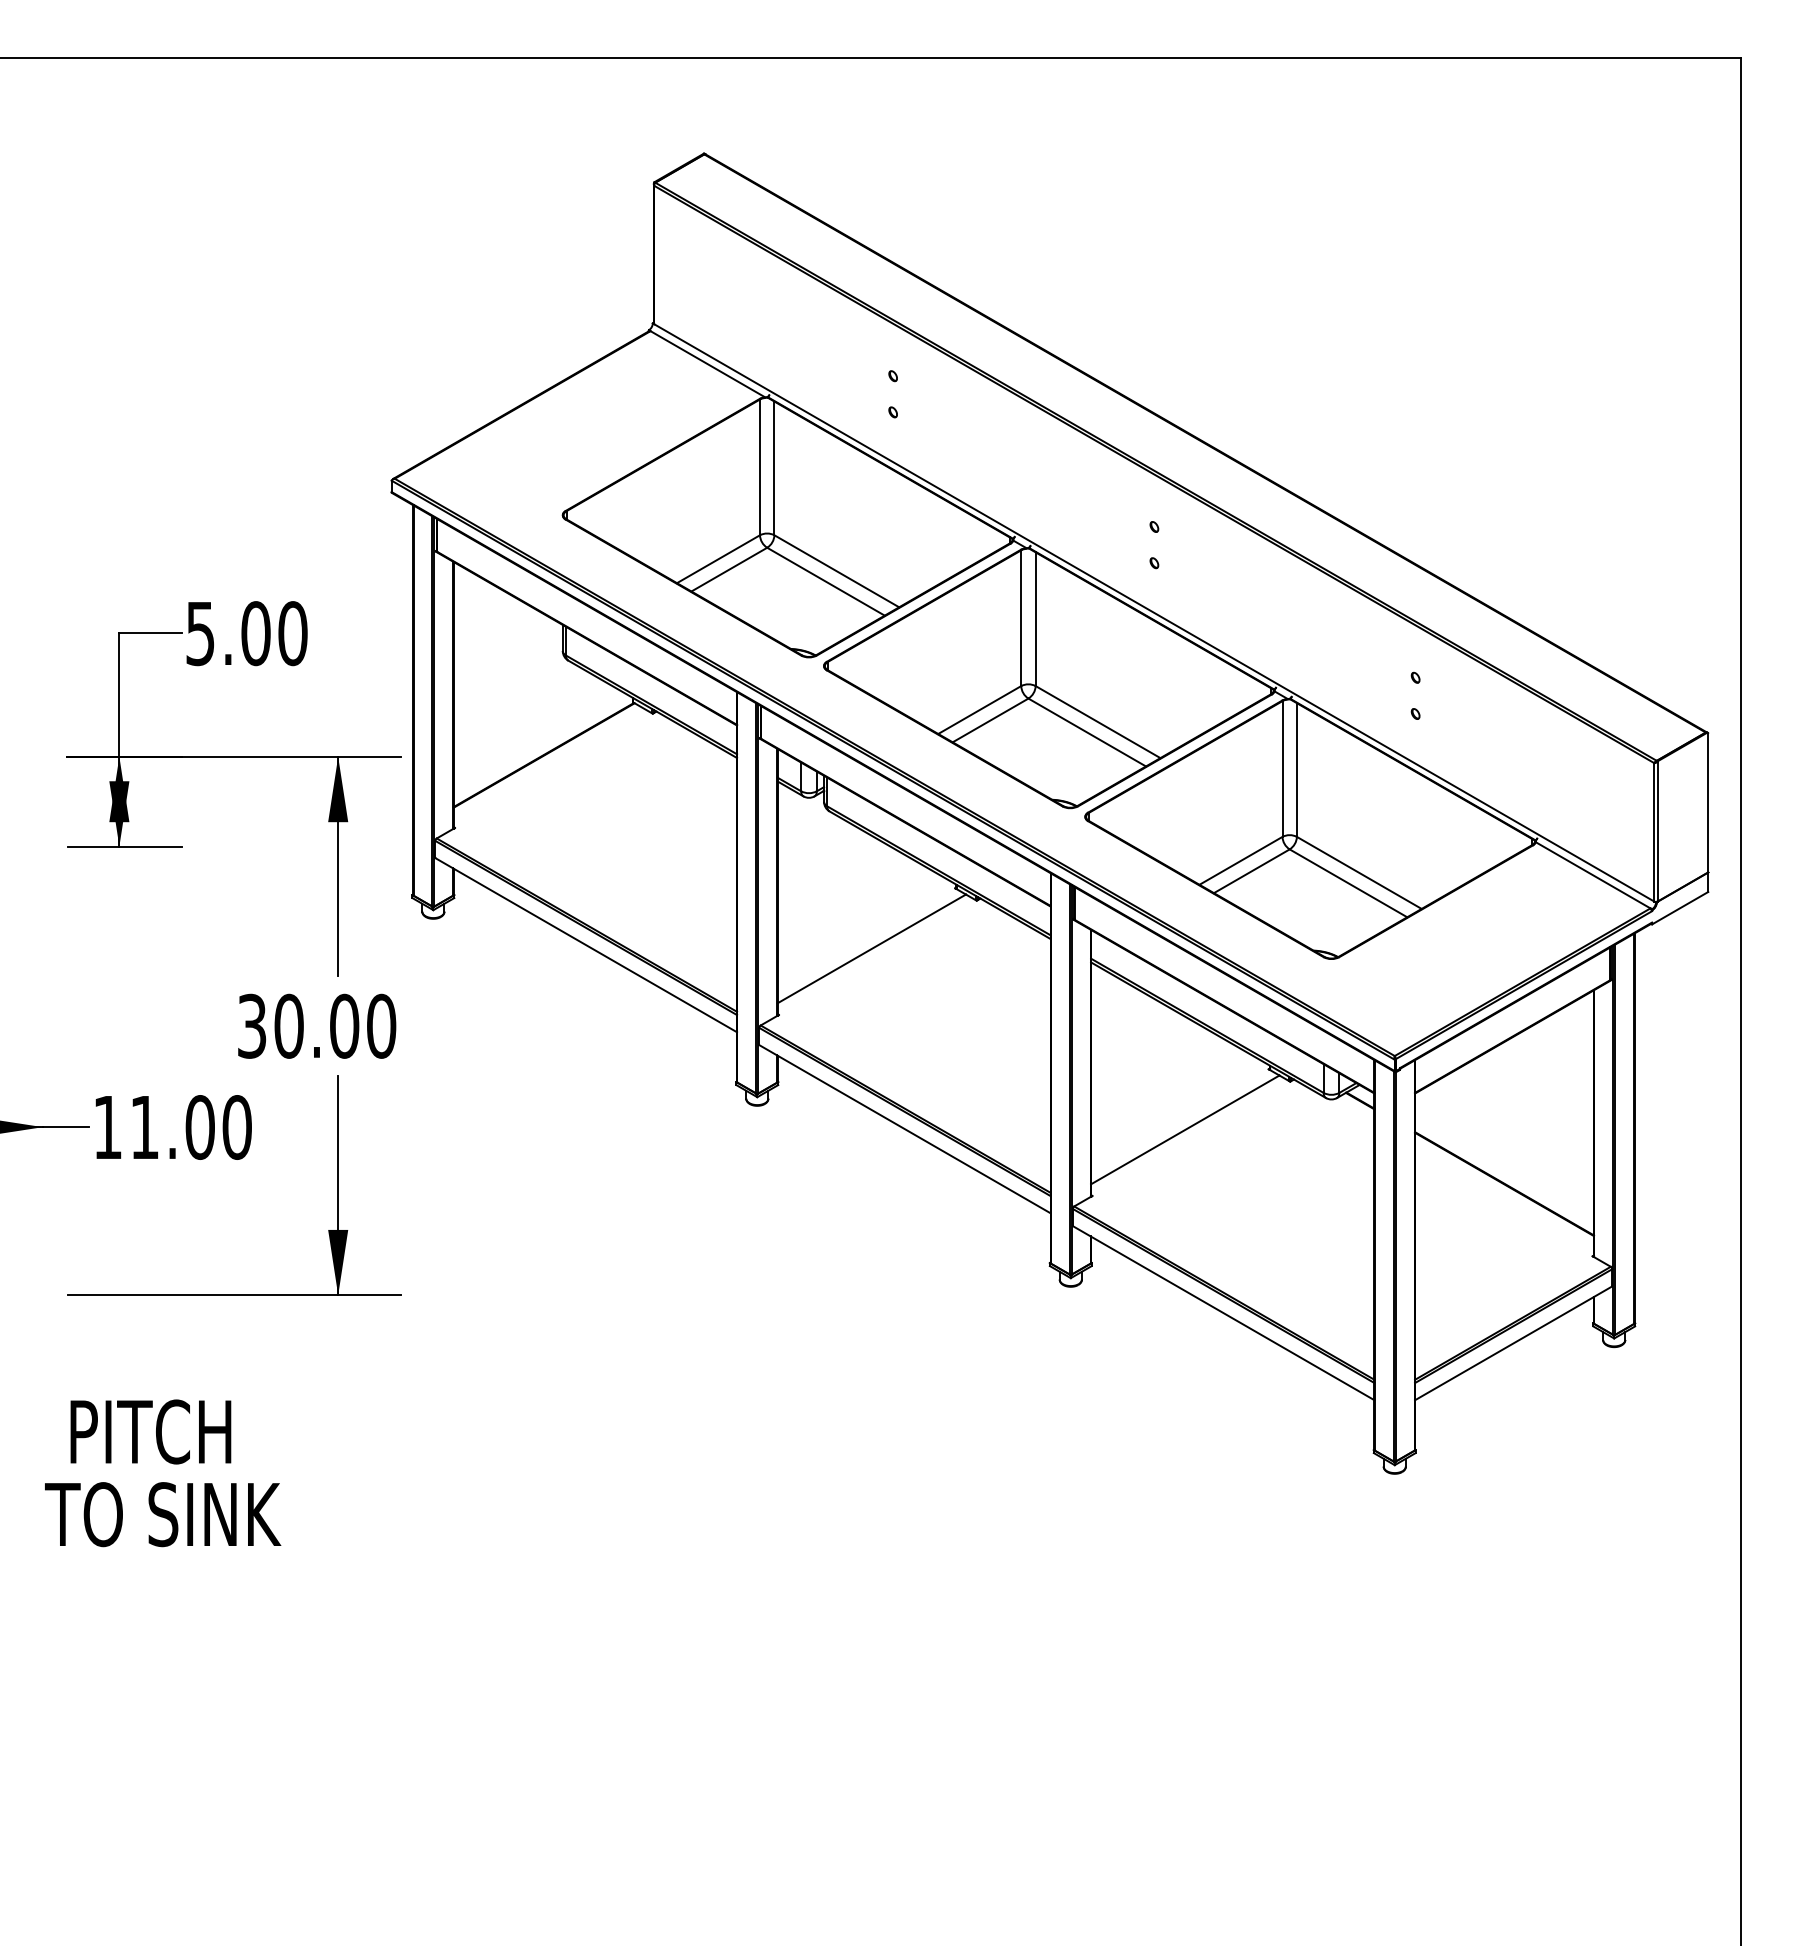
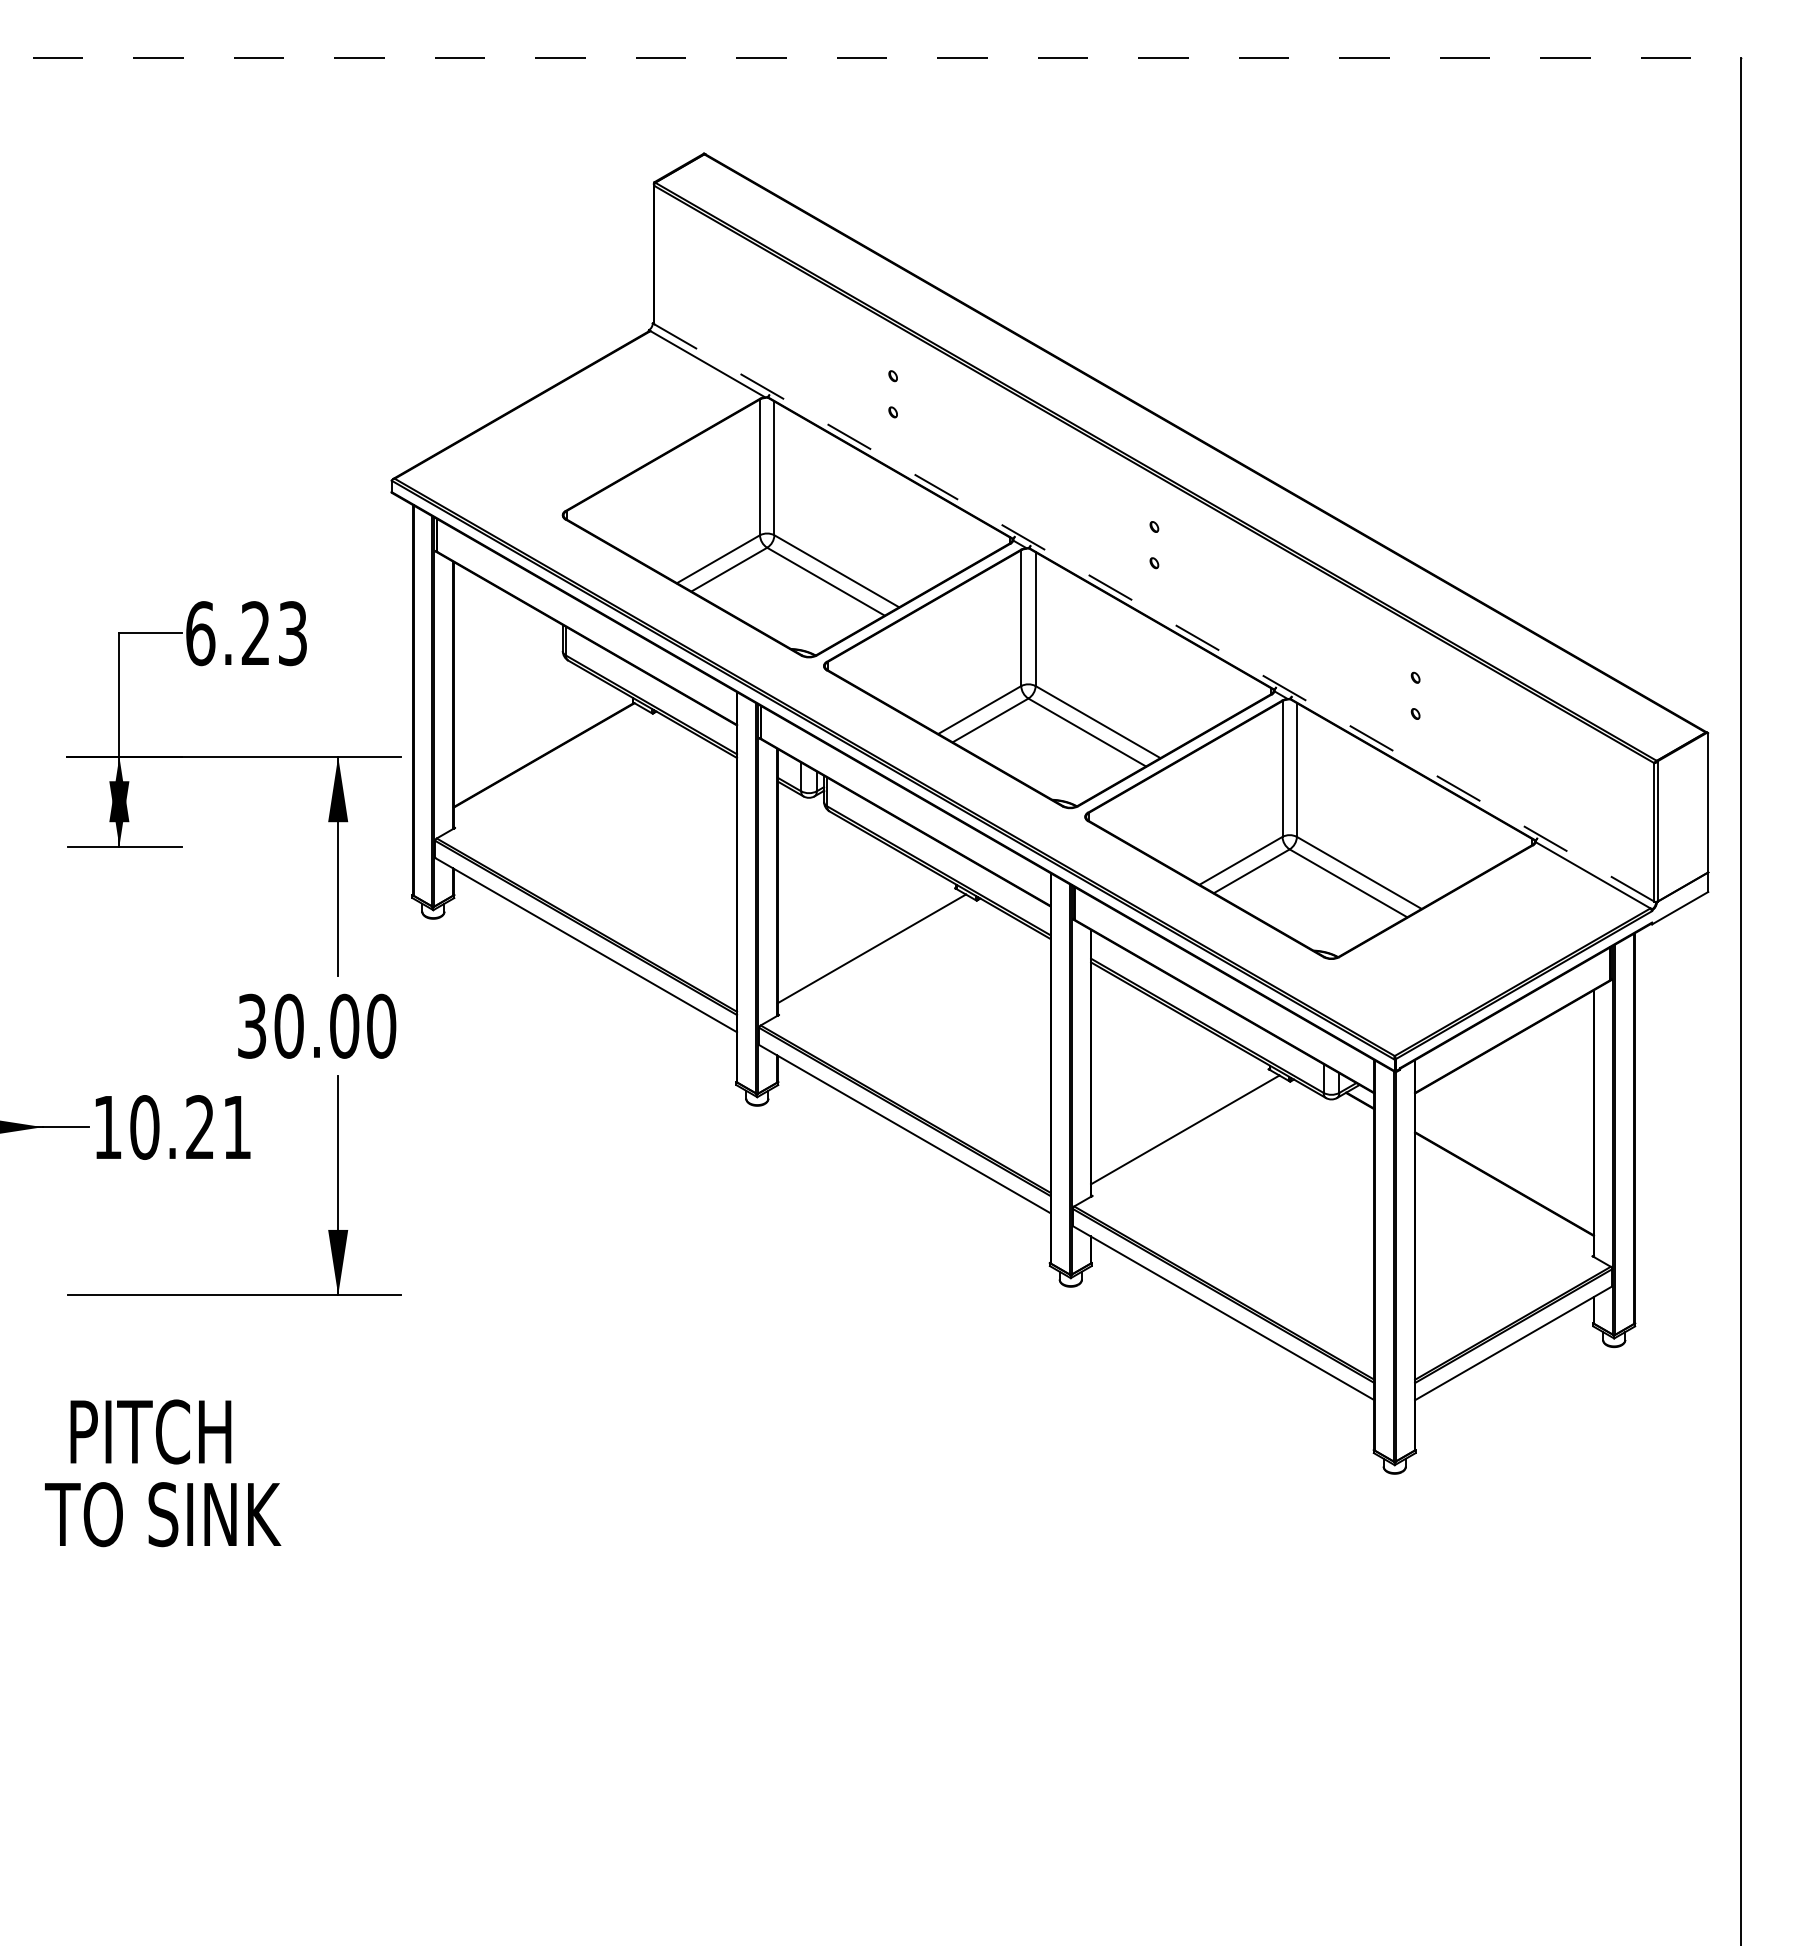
line at (871, 58): solid -> dashed
line at (1153, 612): solid -> dashed
text at (246, 633): 5.00 -> 6.23
text at (190, 1127): 11.00 -> 10.21
